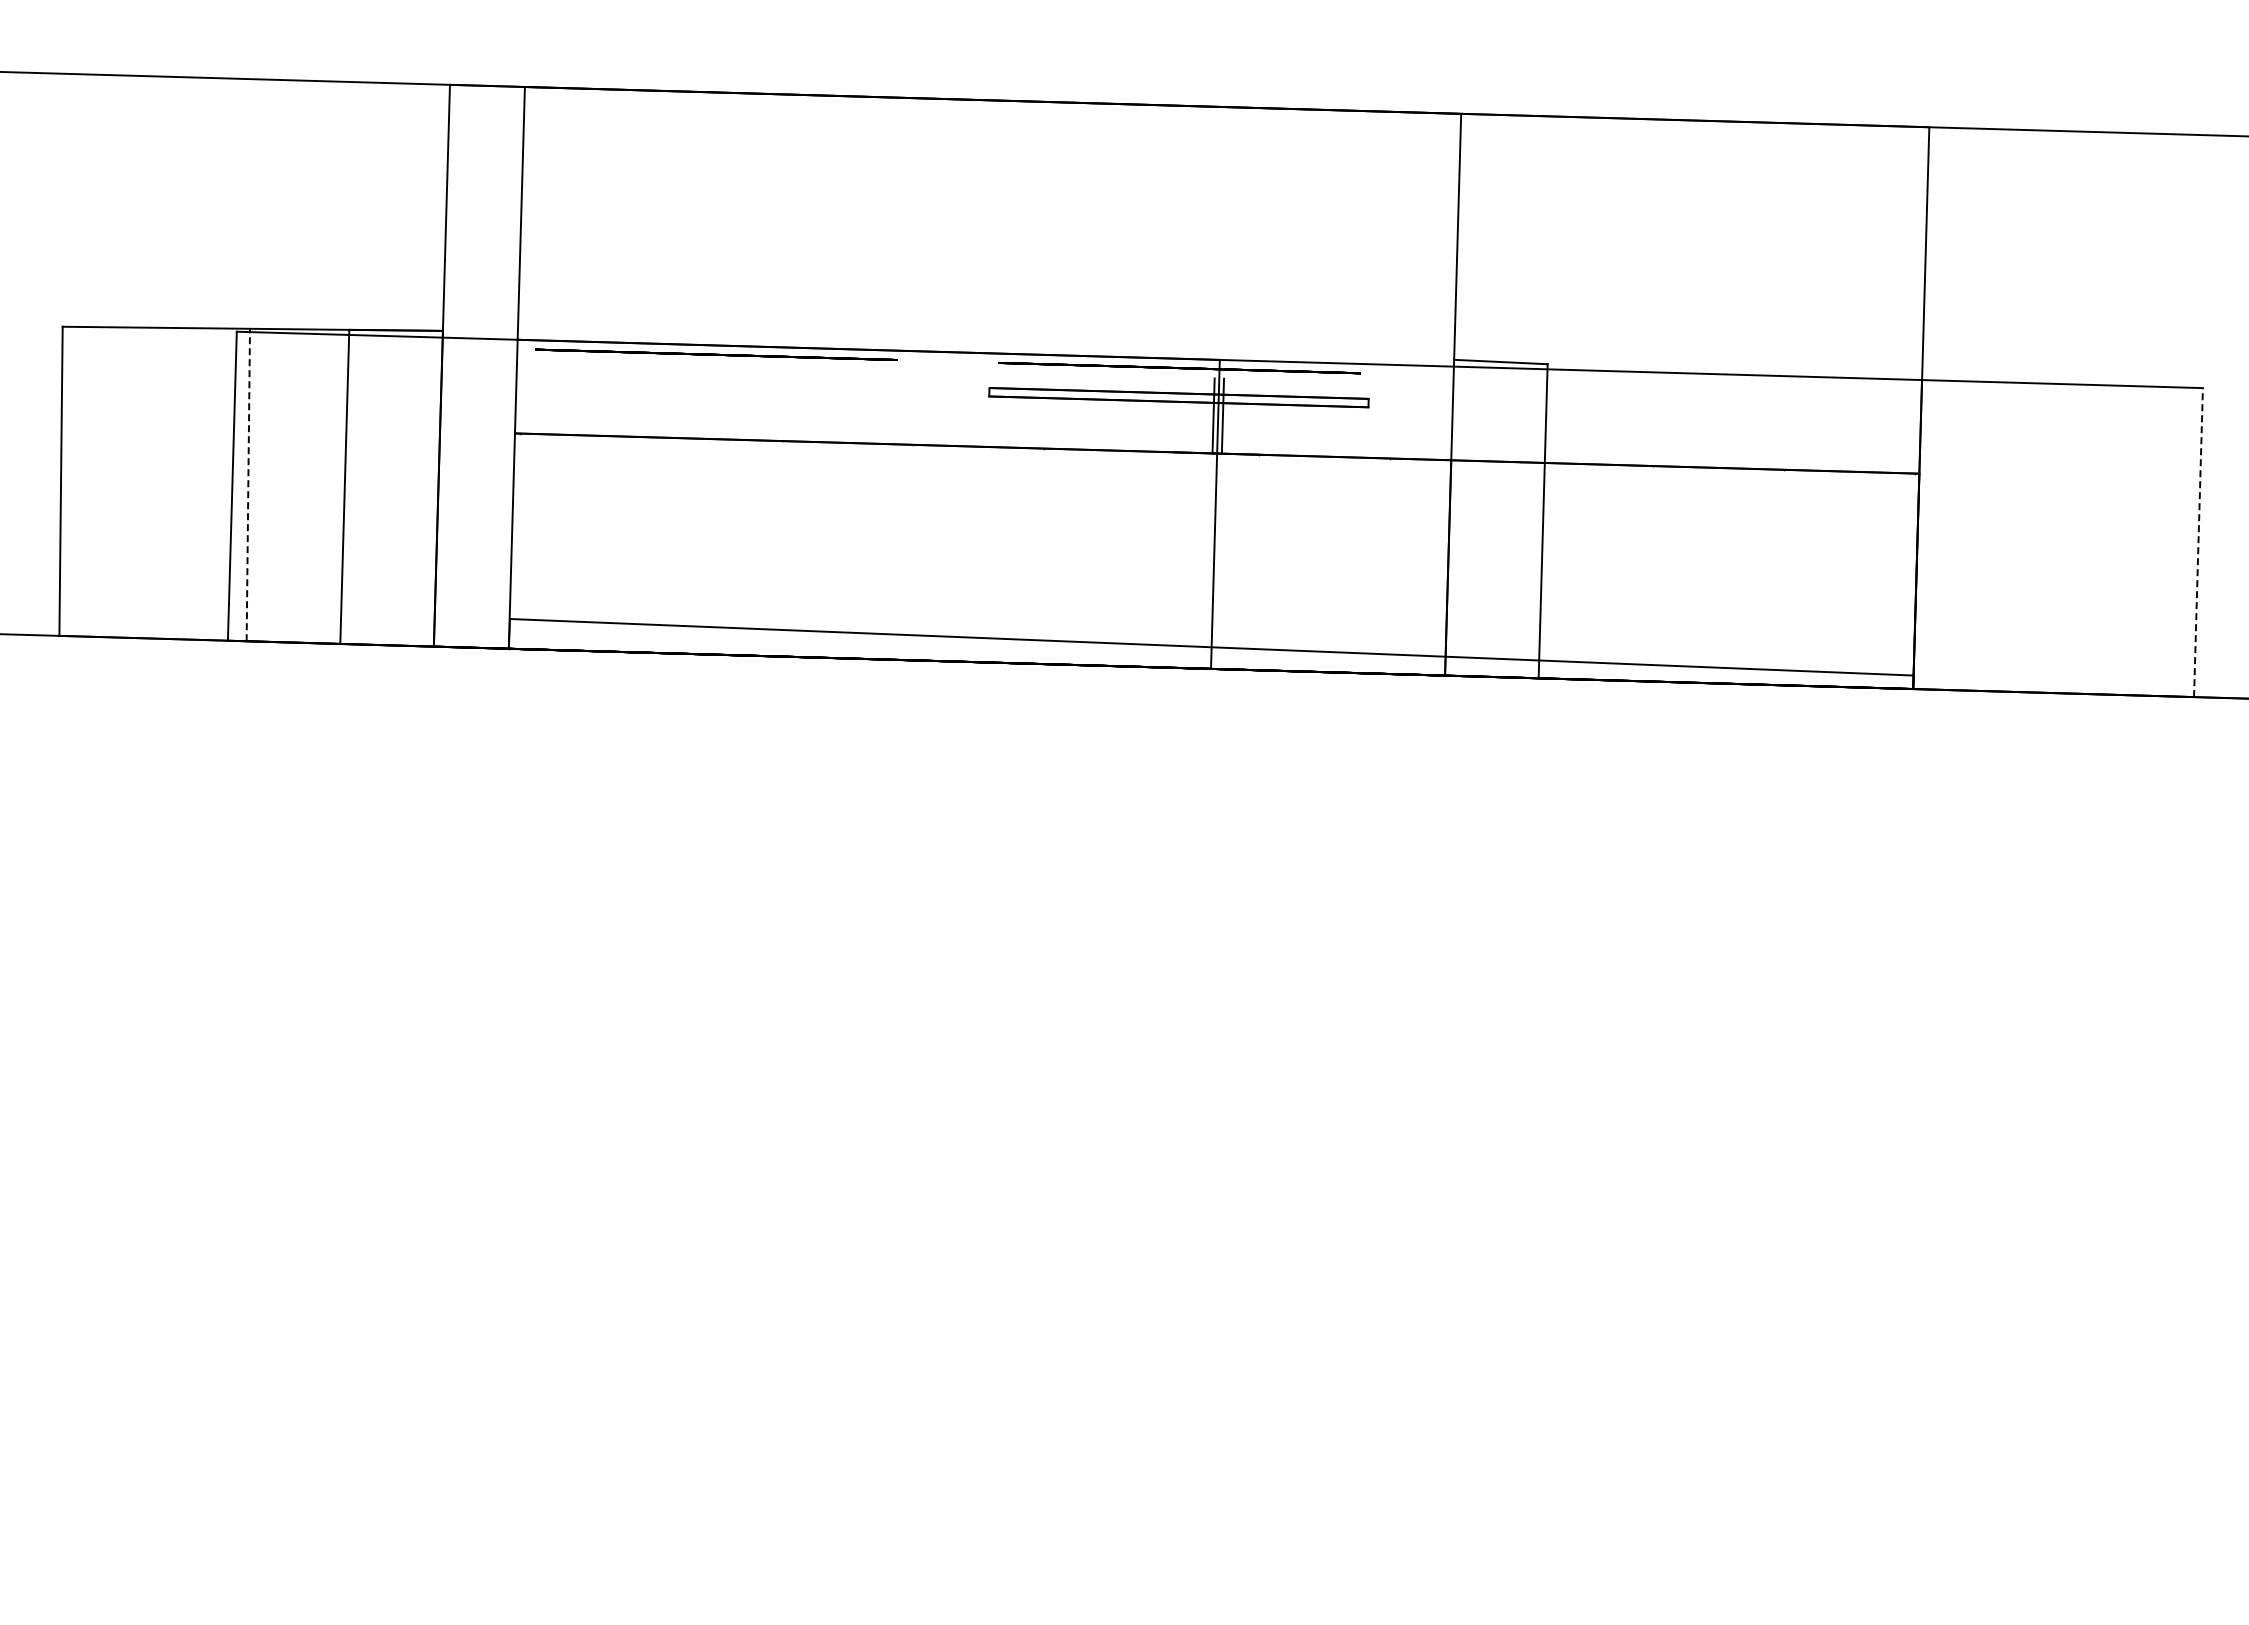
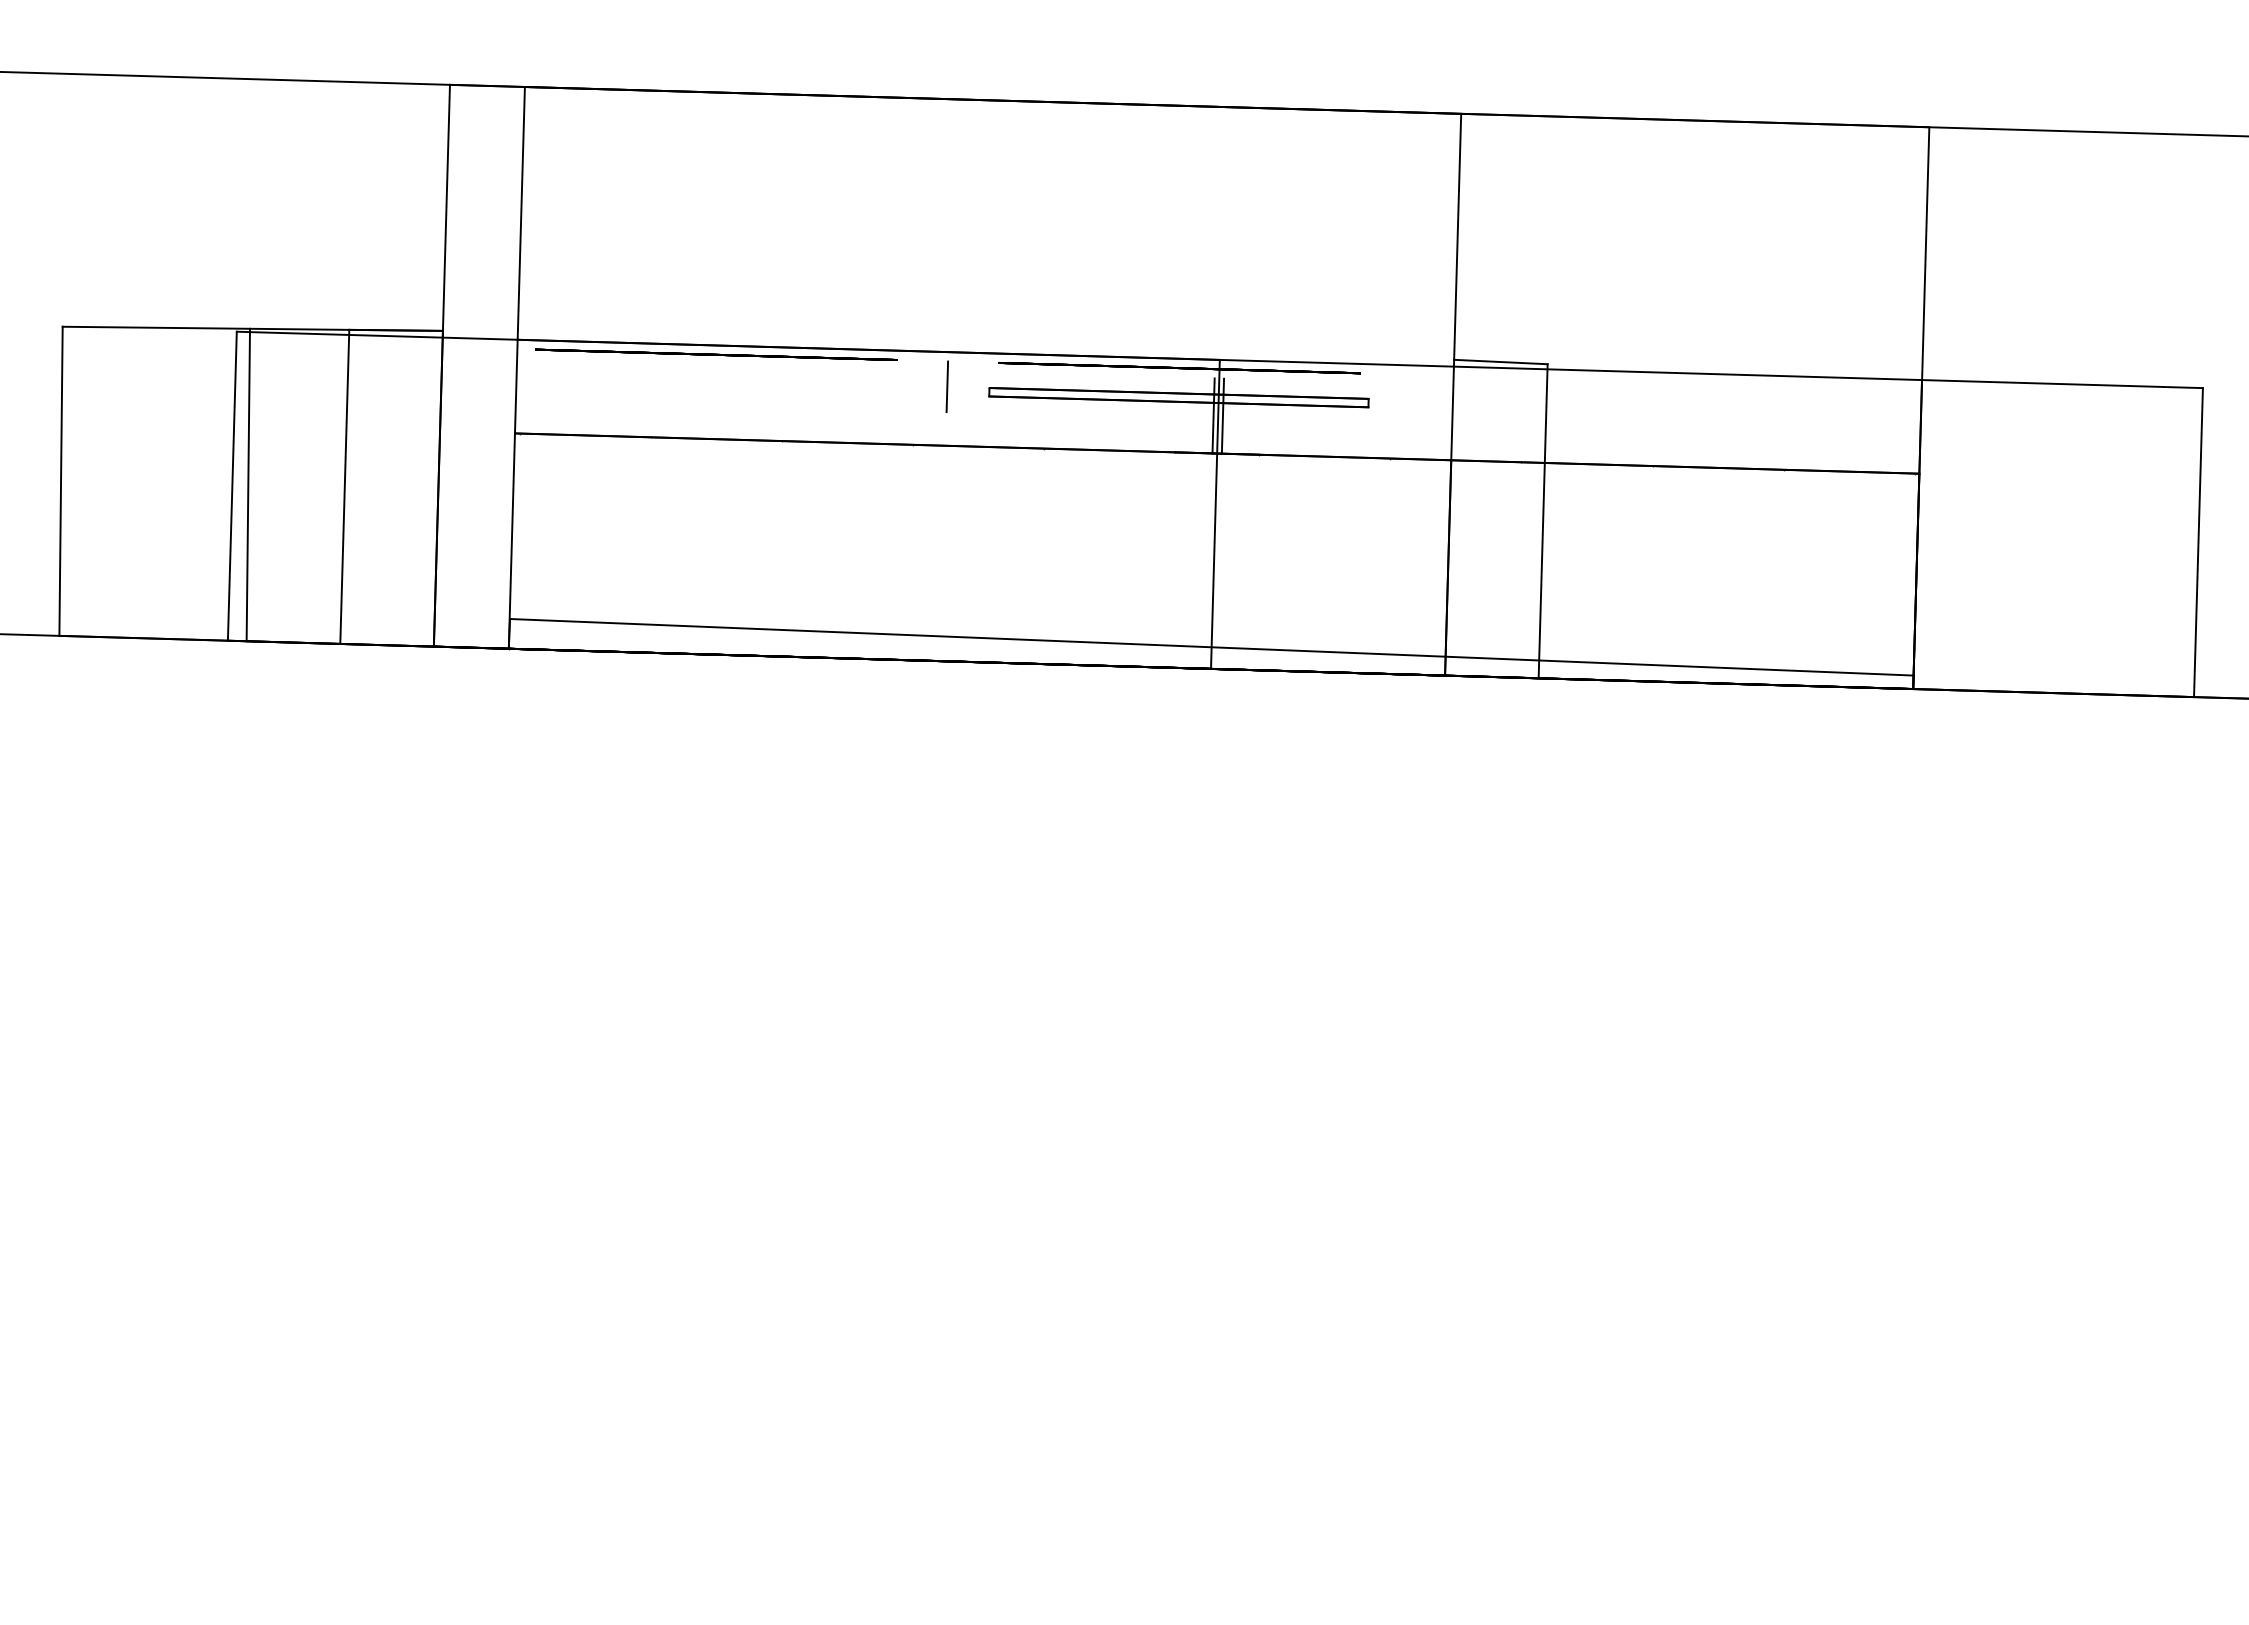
line at (947, 386): none -> present
line at (248, 484): dashed -> solid
line at (2198, 542): dashed -> solid
